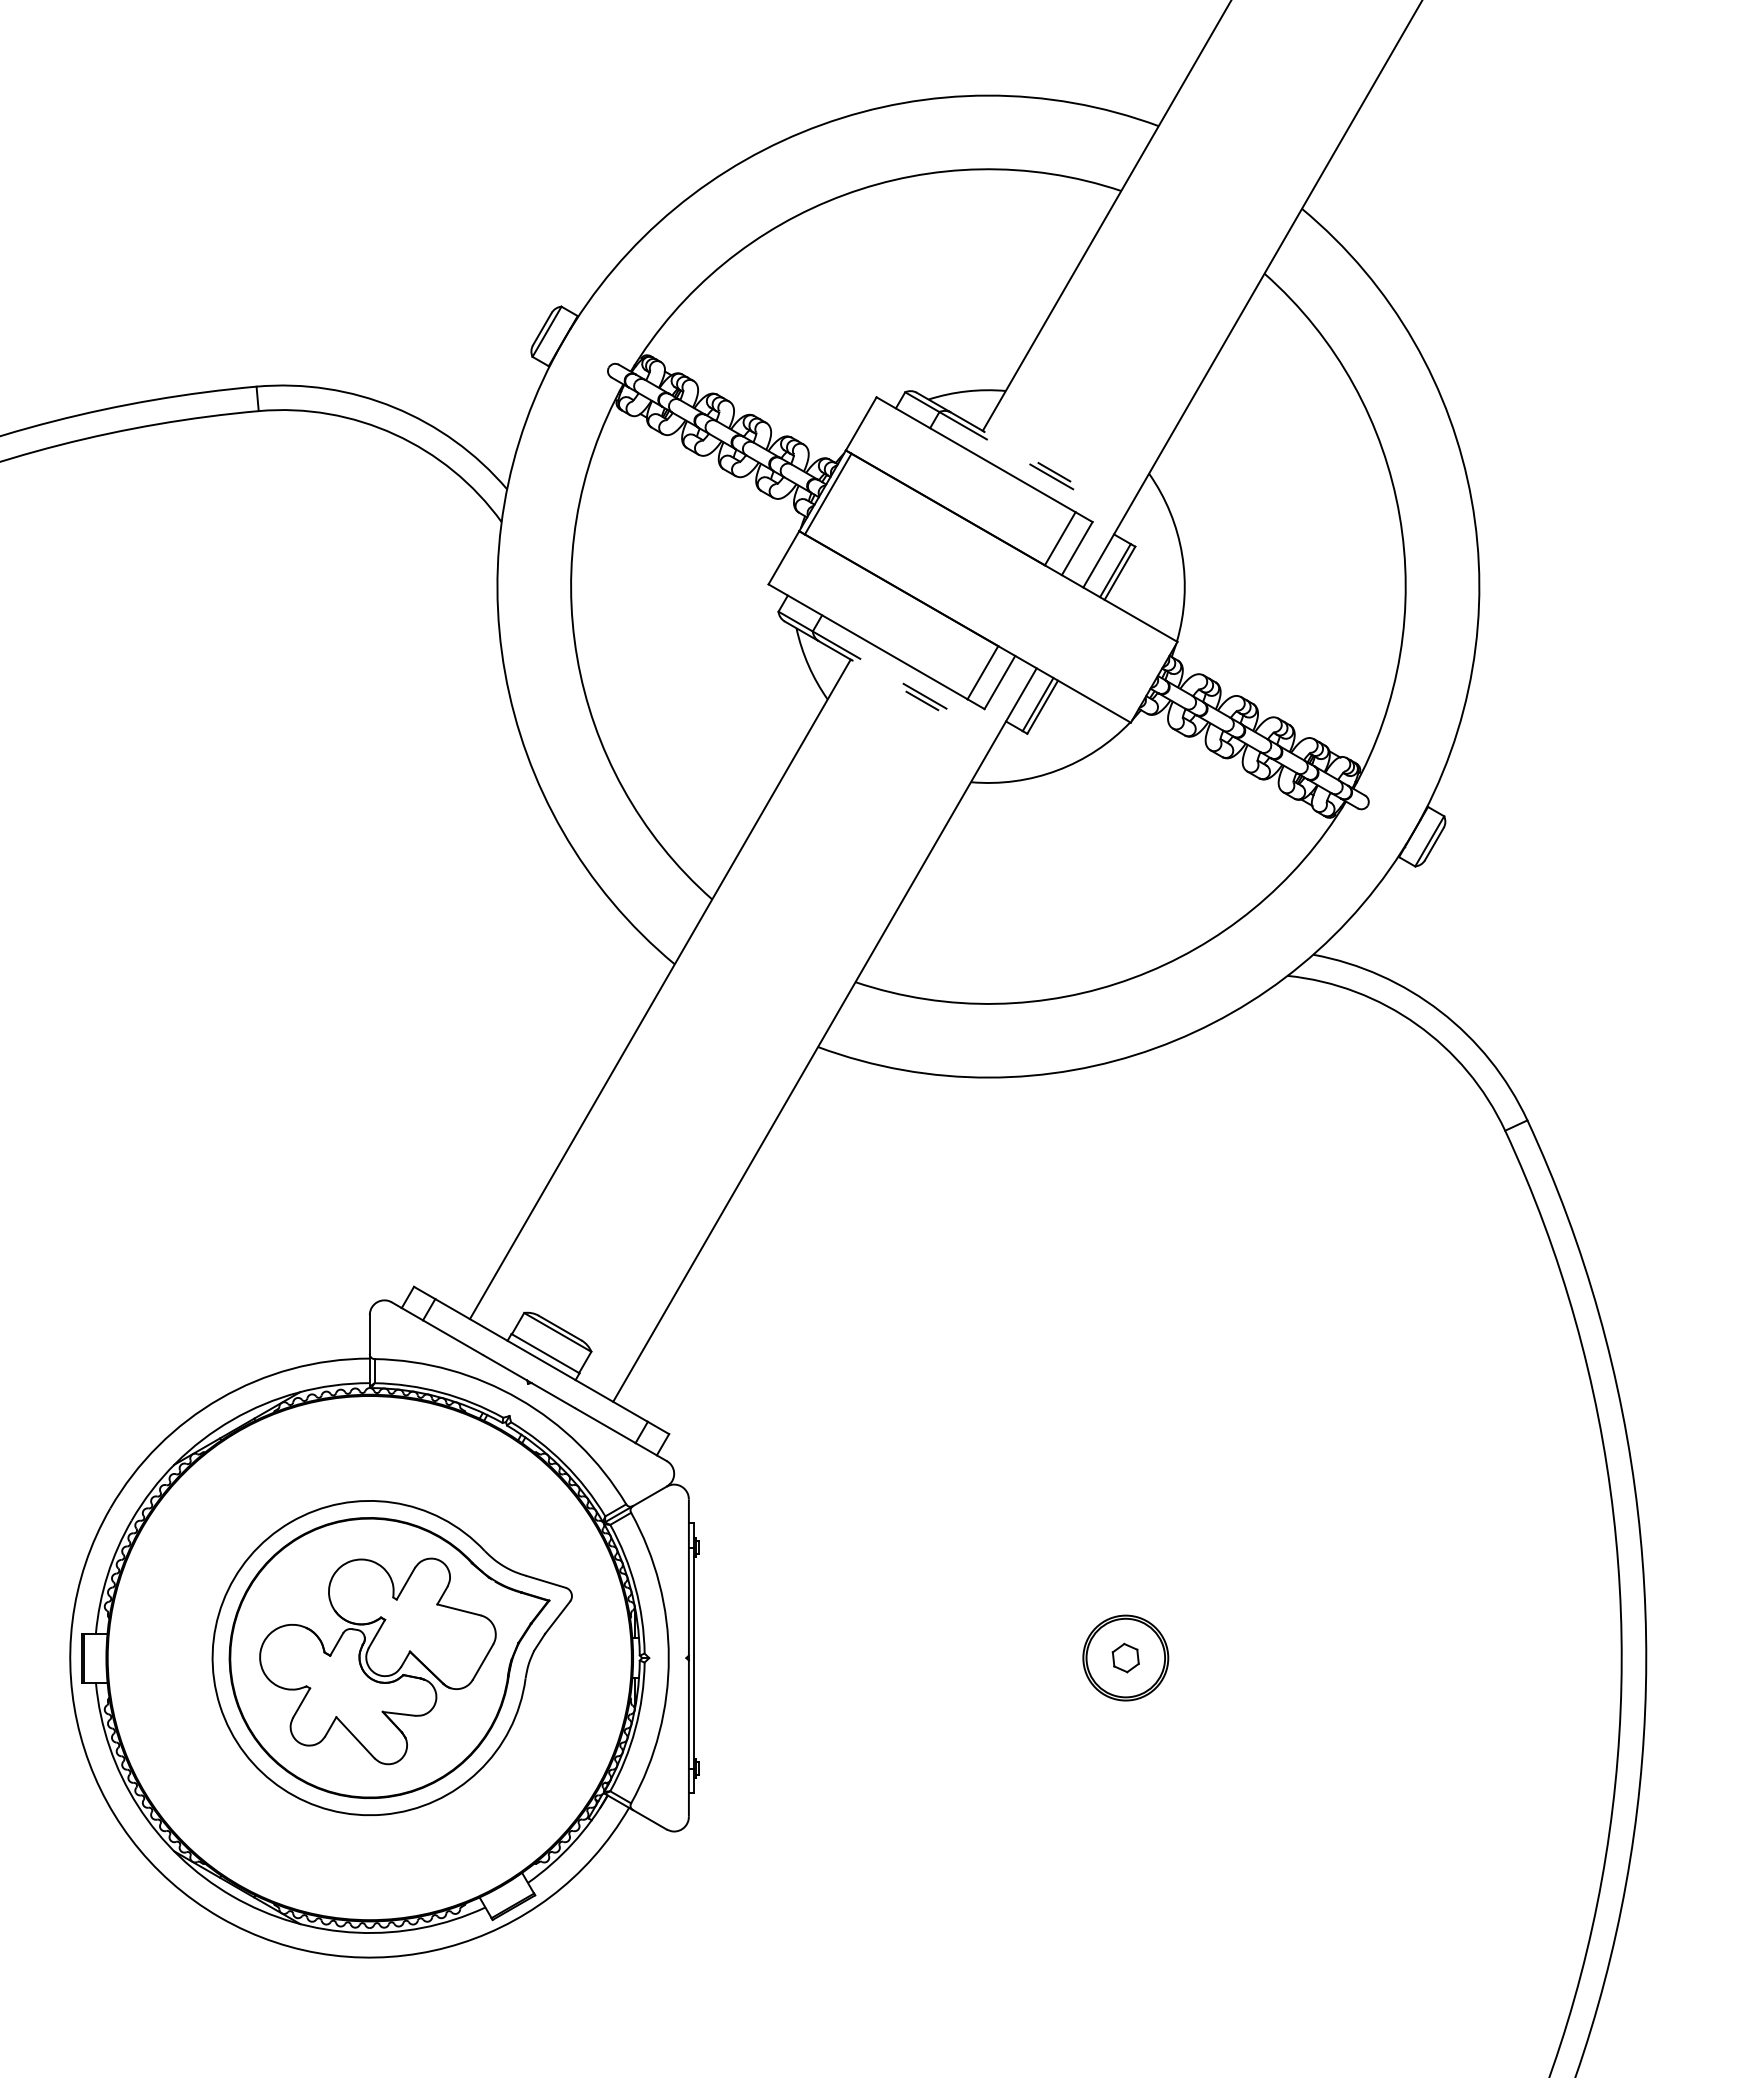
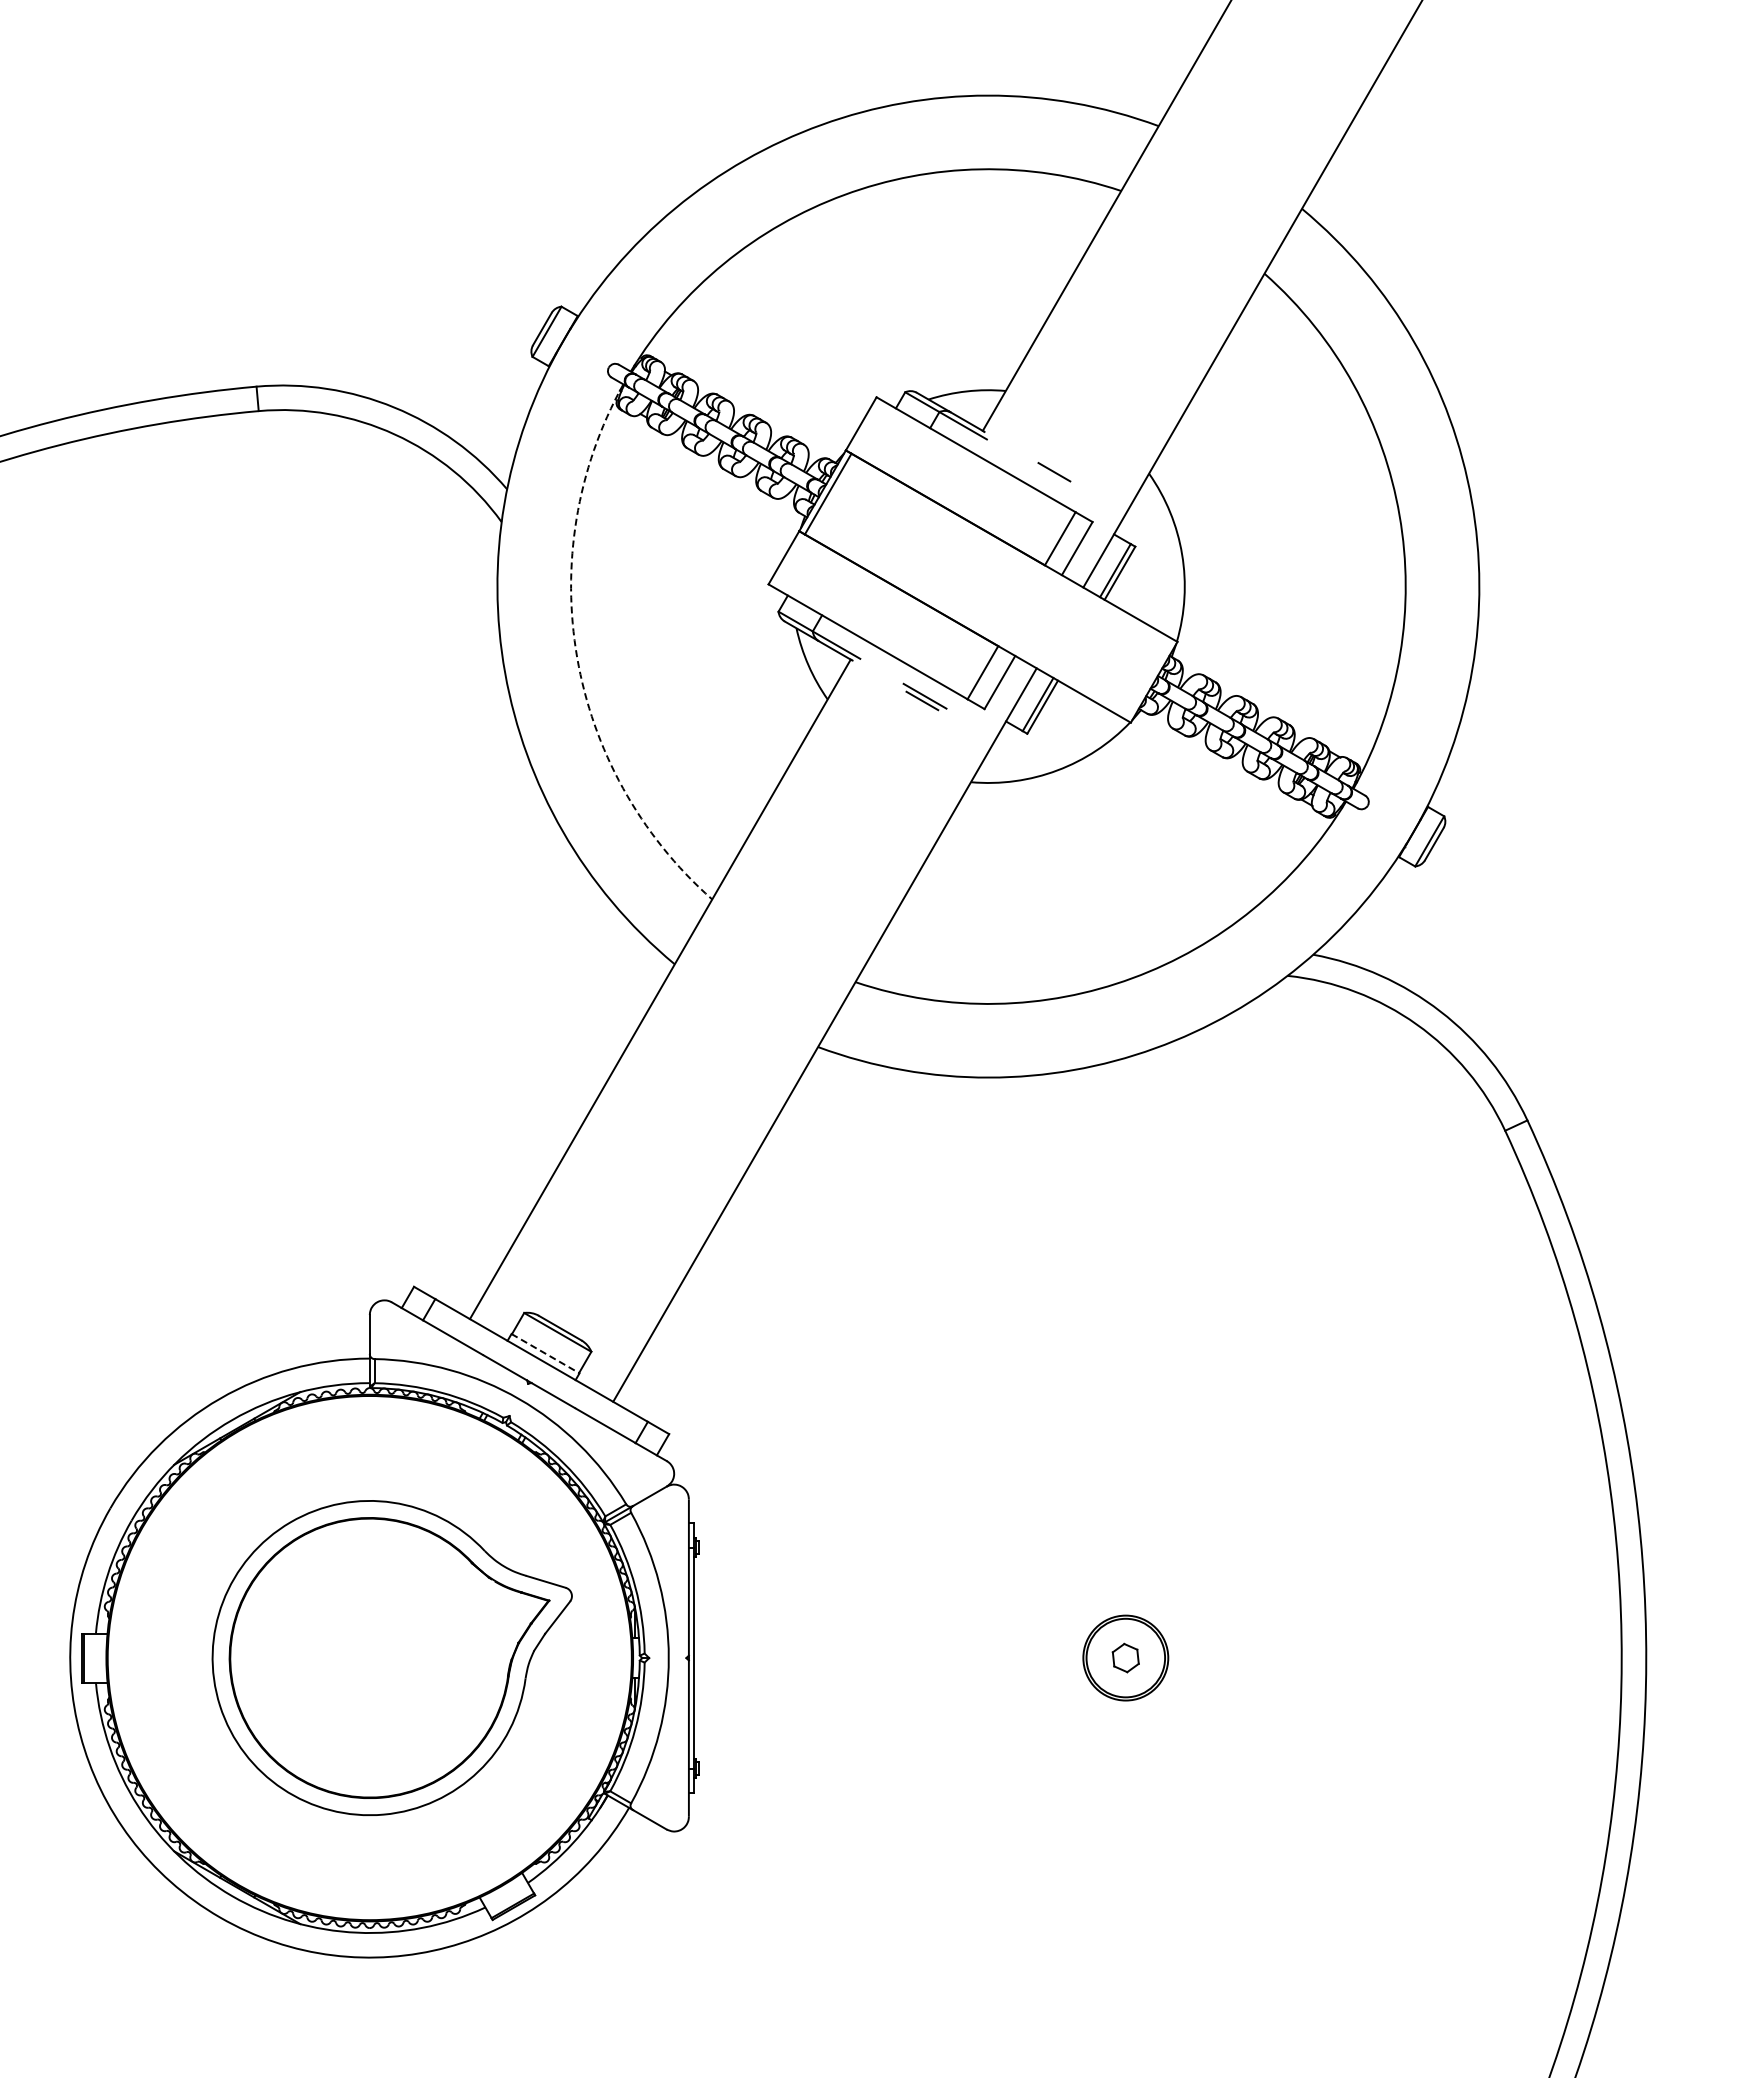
line at (1051, 476): present -> none
arc at (577, 657): solid -> dashed
line at (545, 1353): solid -> dashed
part at (377, 1661): present -> none
